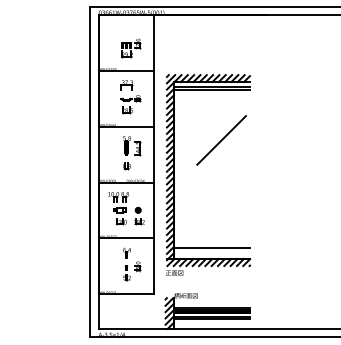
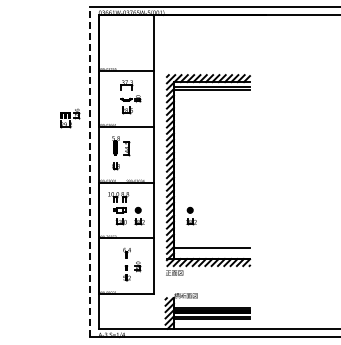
part at (131, 48) position: (131, 48) -> (70, 118)
line at (221, 140): present -> none
part at (132, 153) position: (132, 153) -> (121, 153)
line at (90, 171): solid -> dashed
part at (191, 215): none -> present
